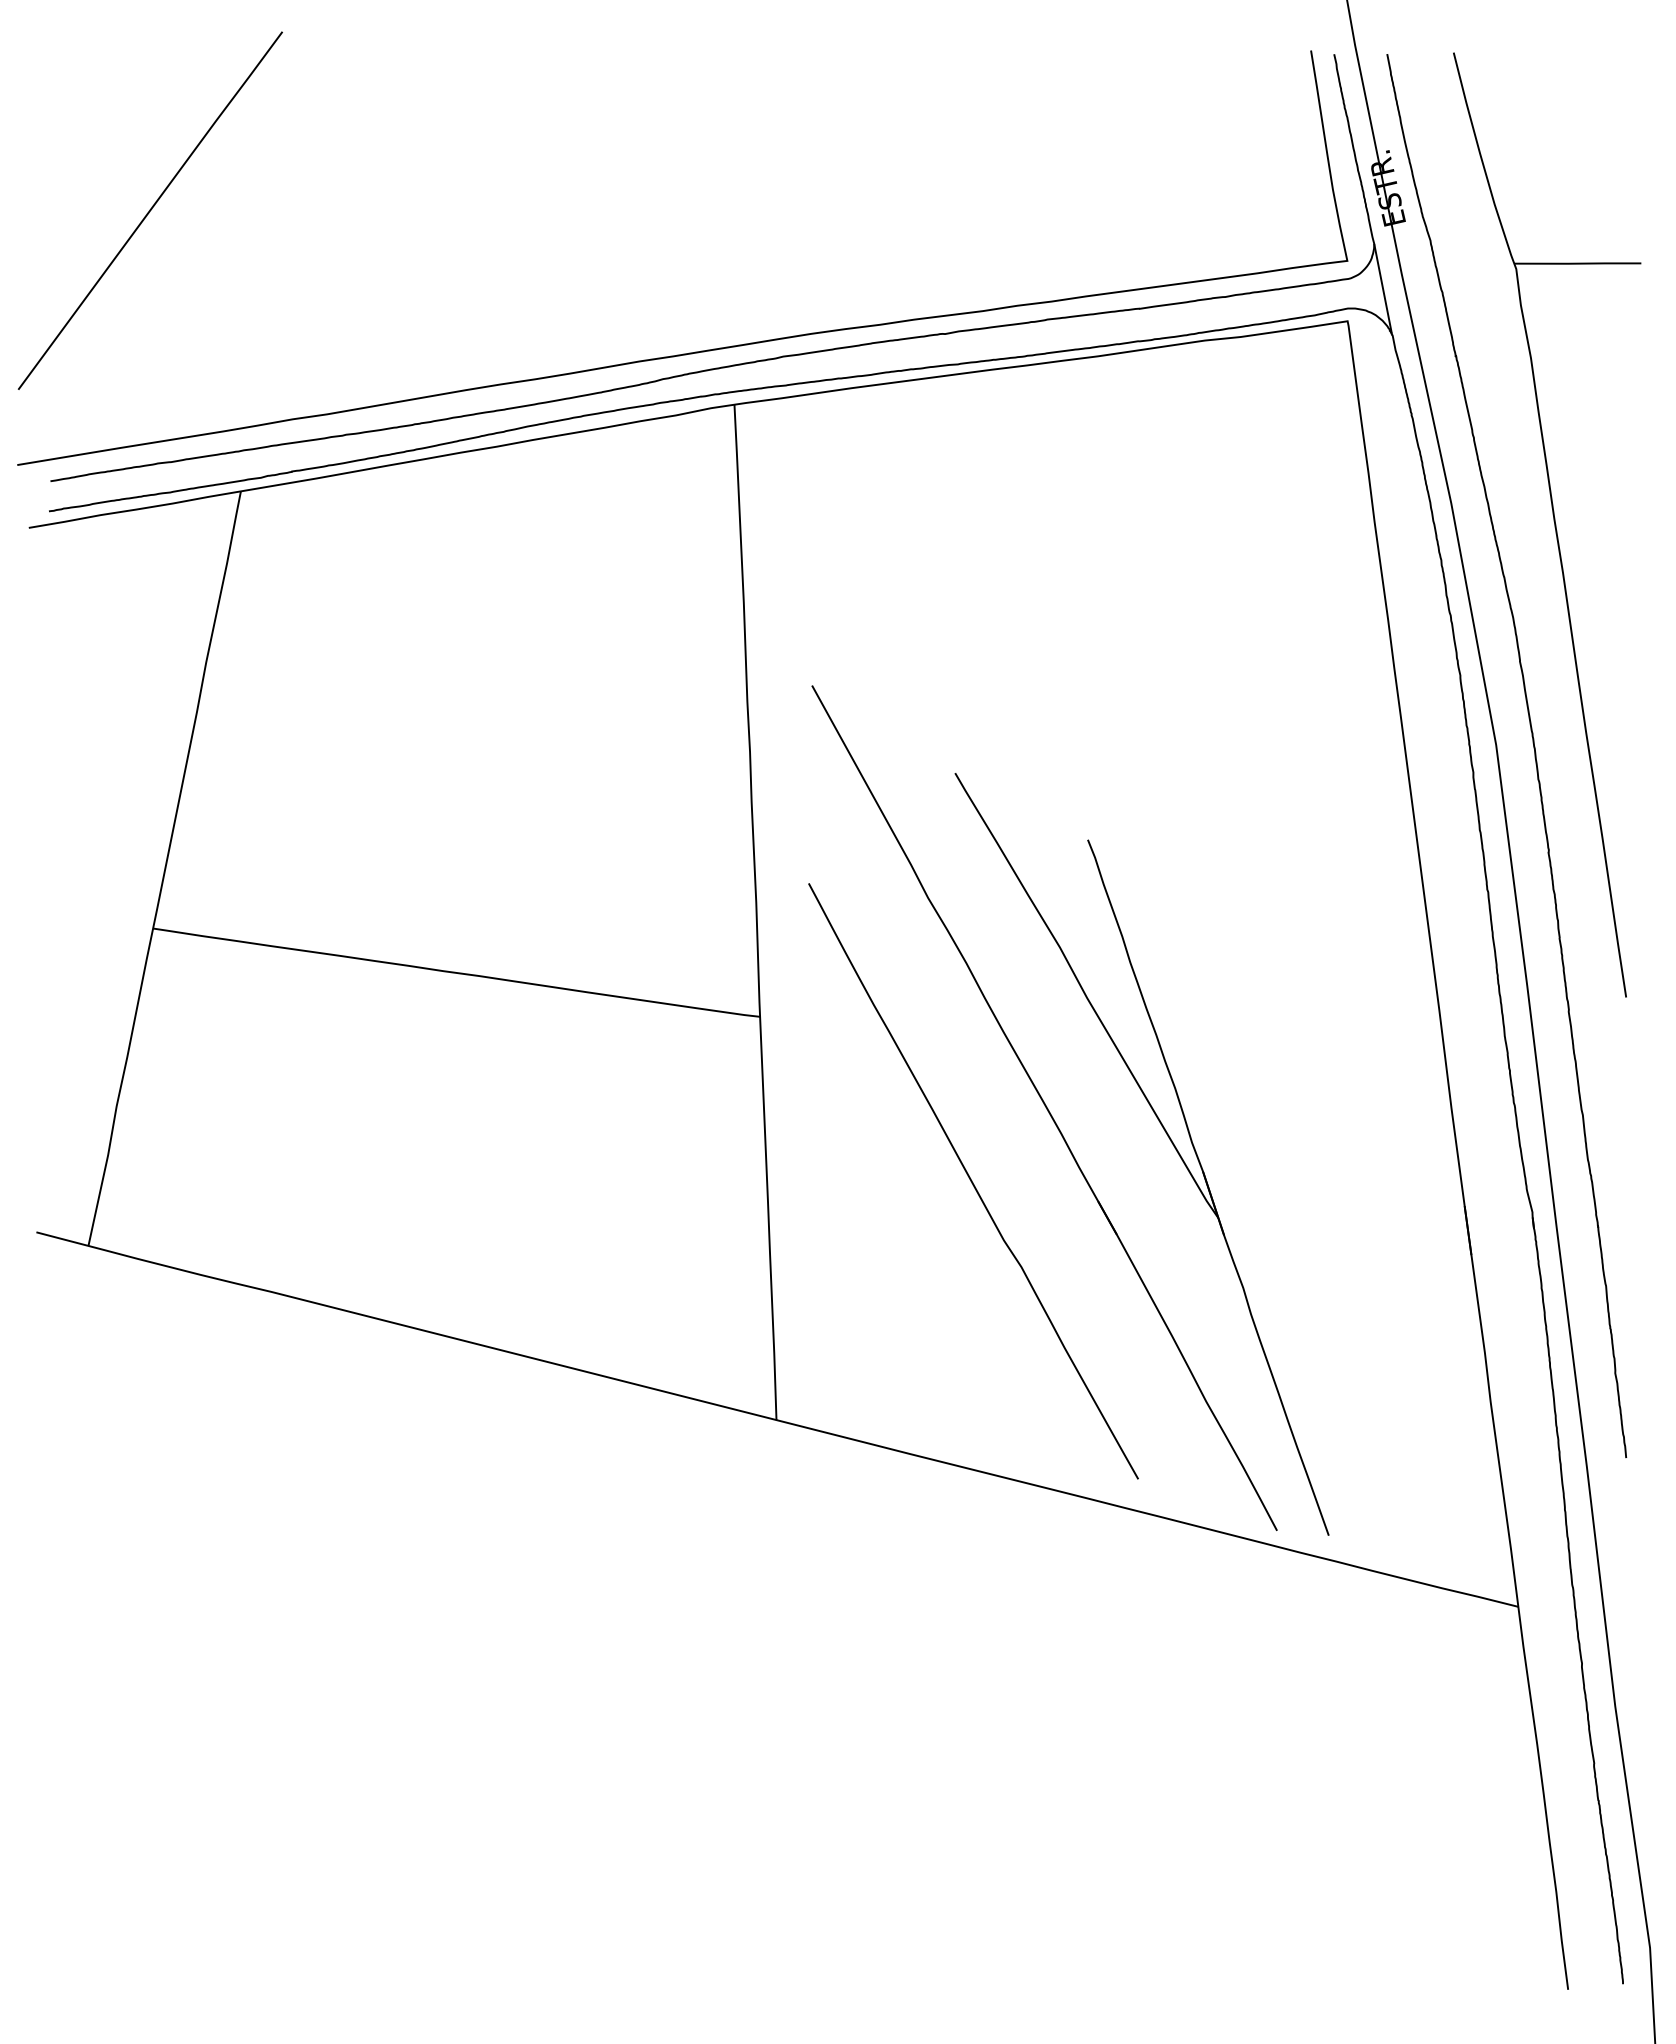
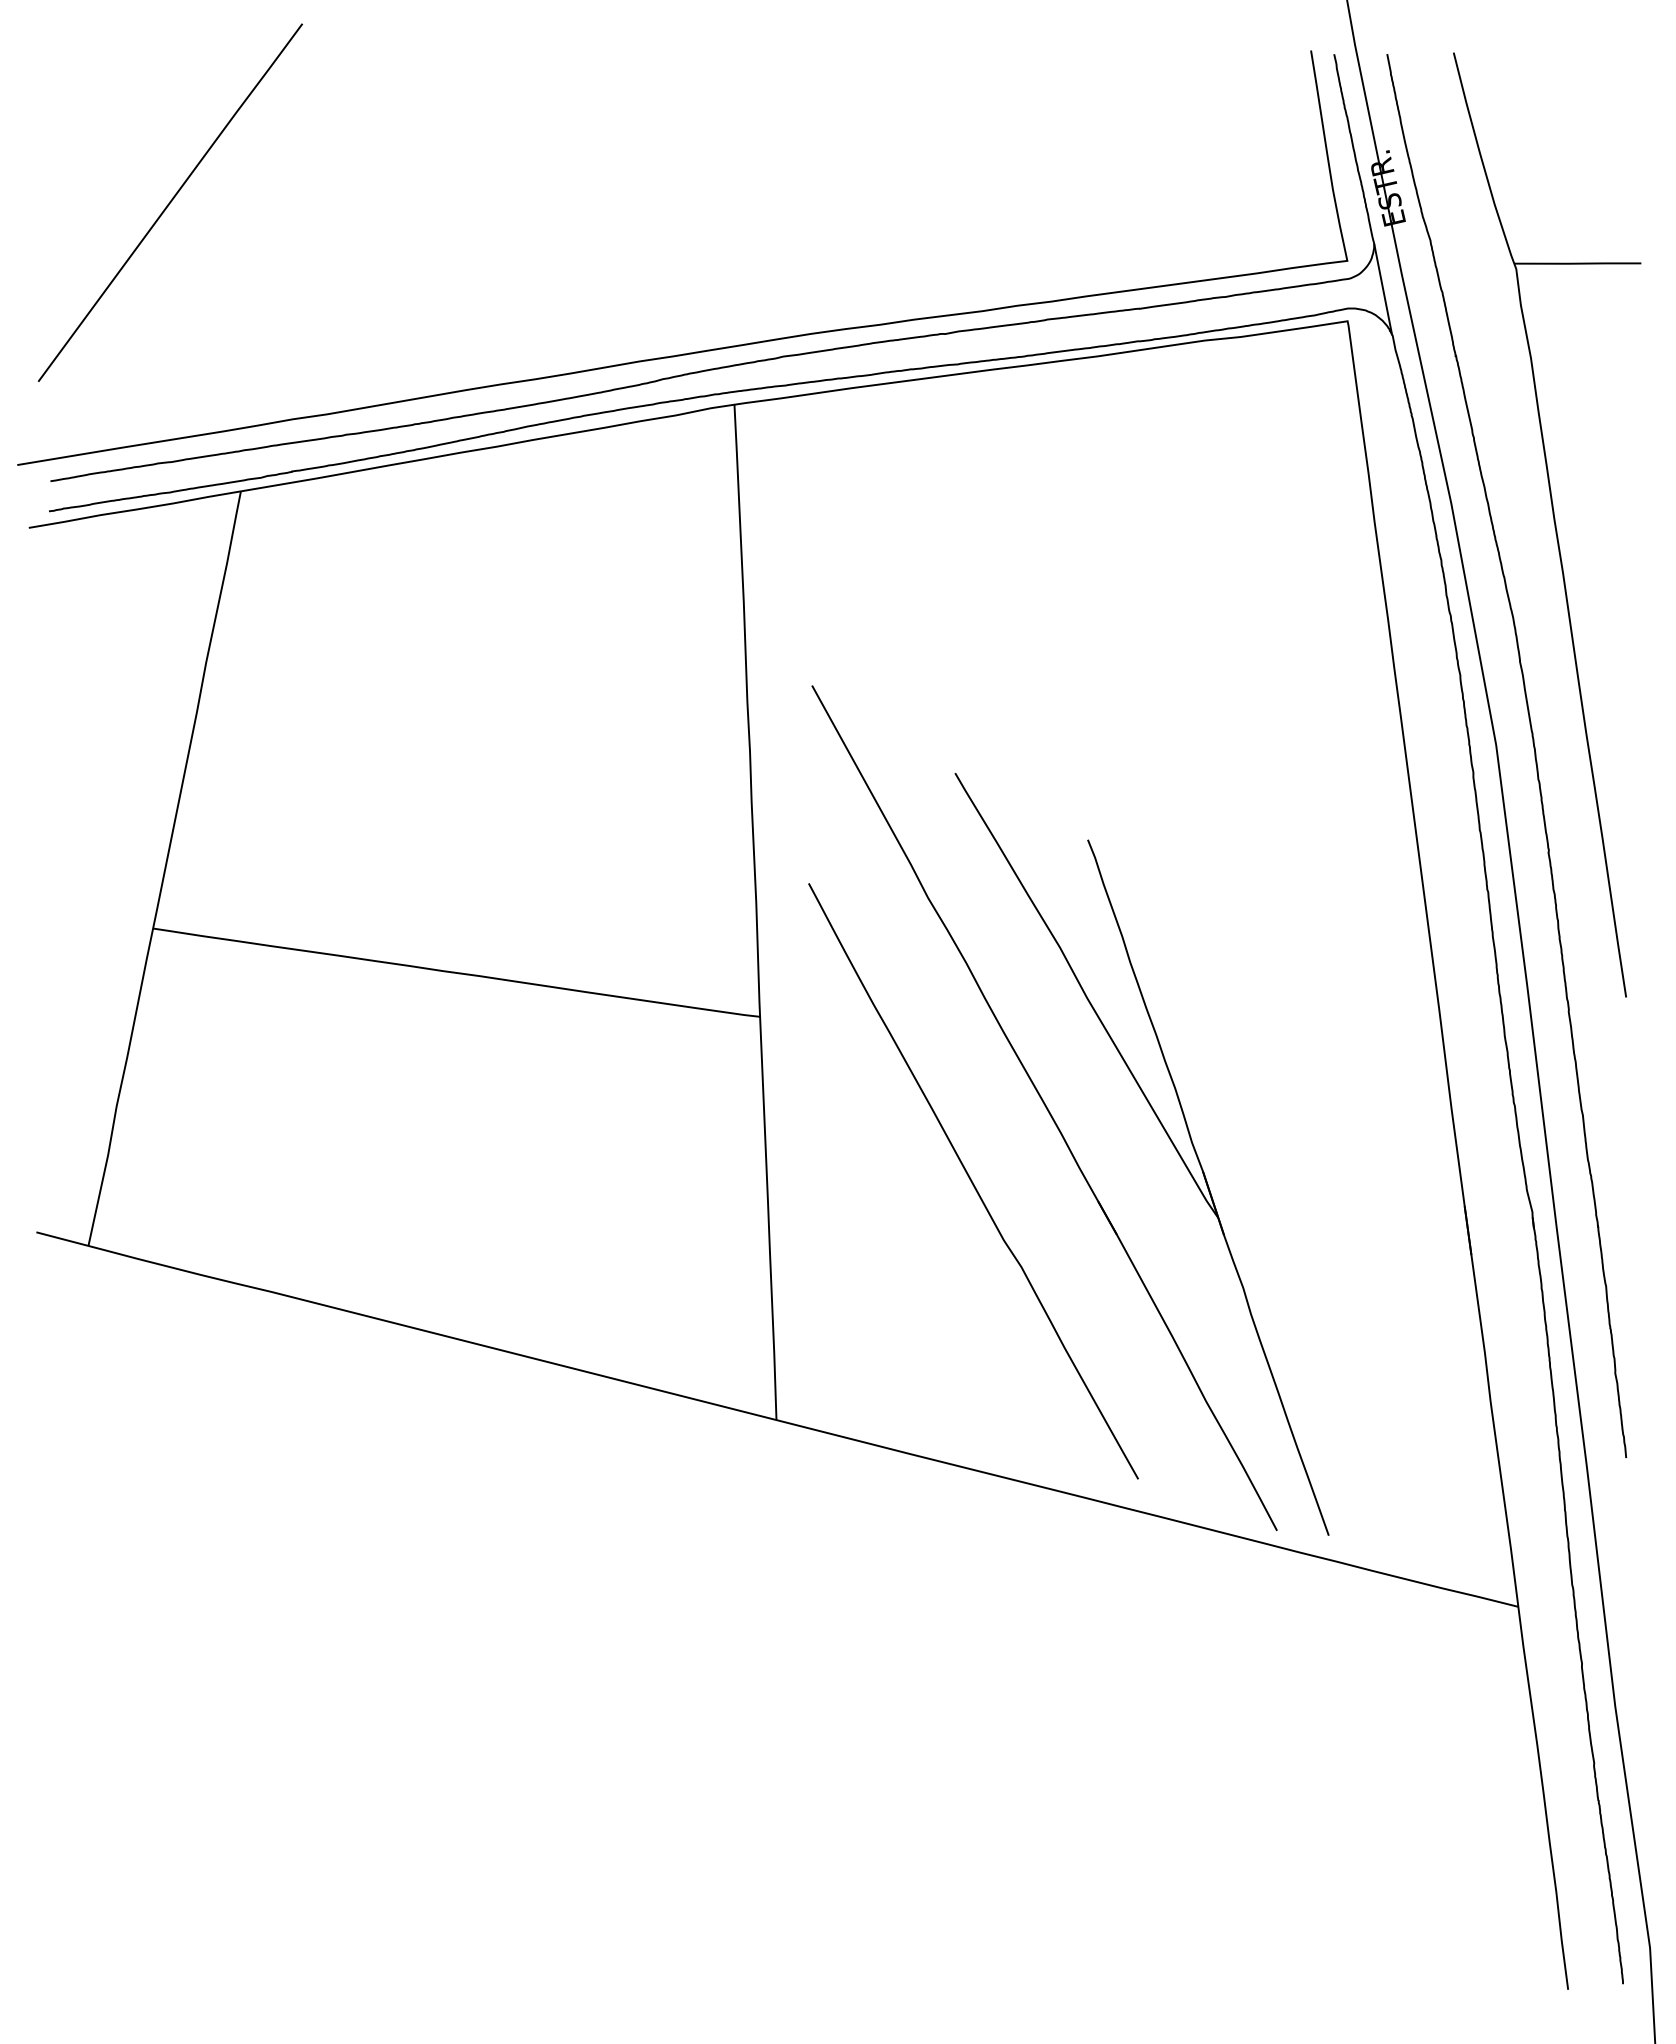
line at (149, 210) position: (149, 210) -> (169, 202)
